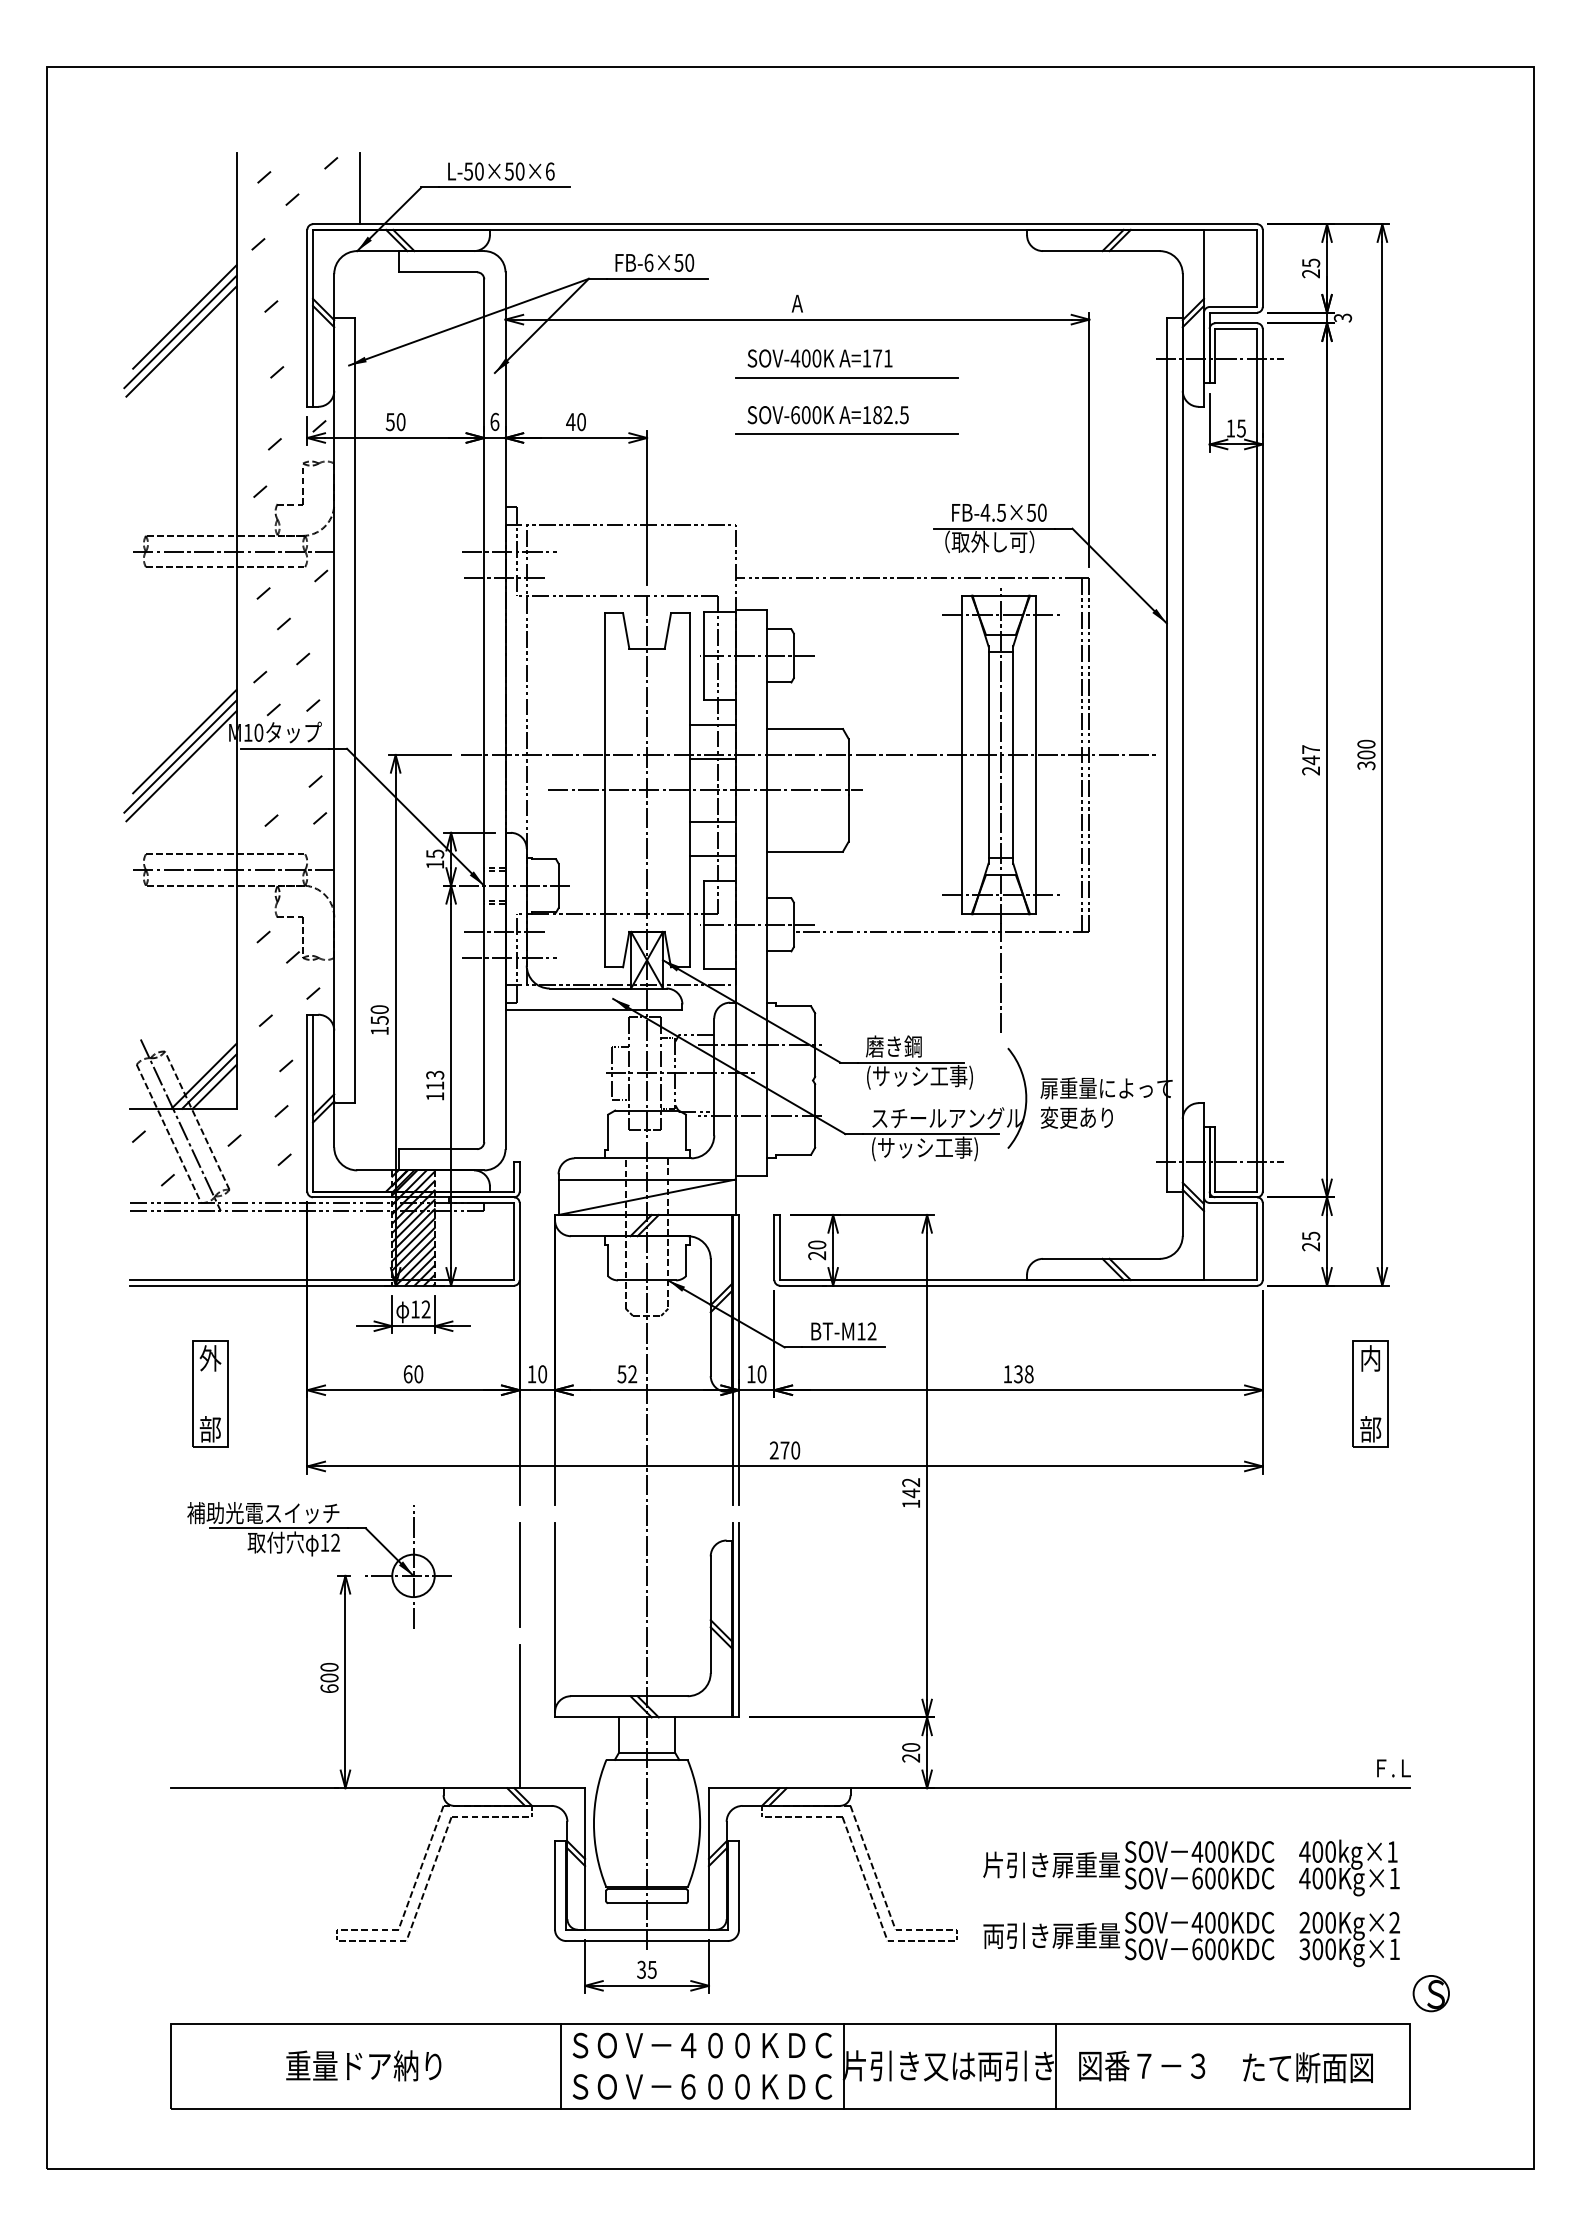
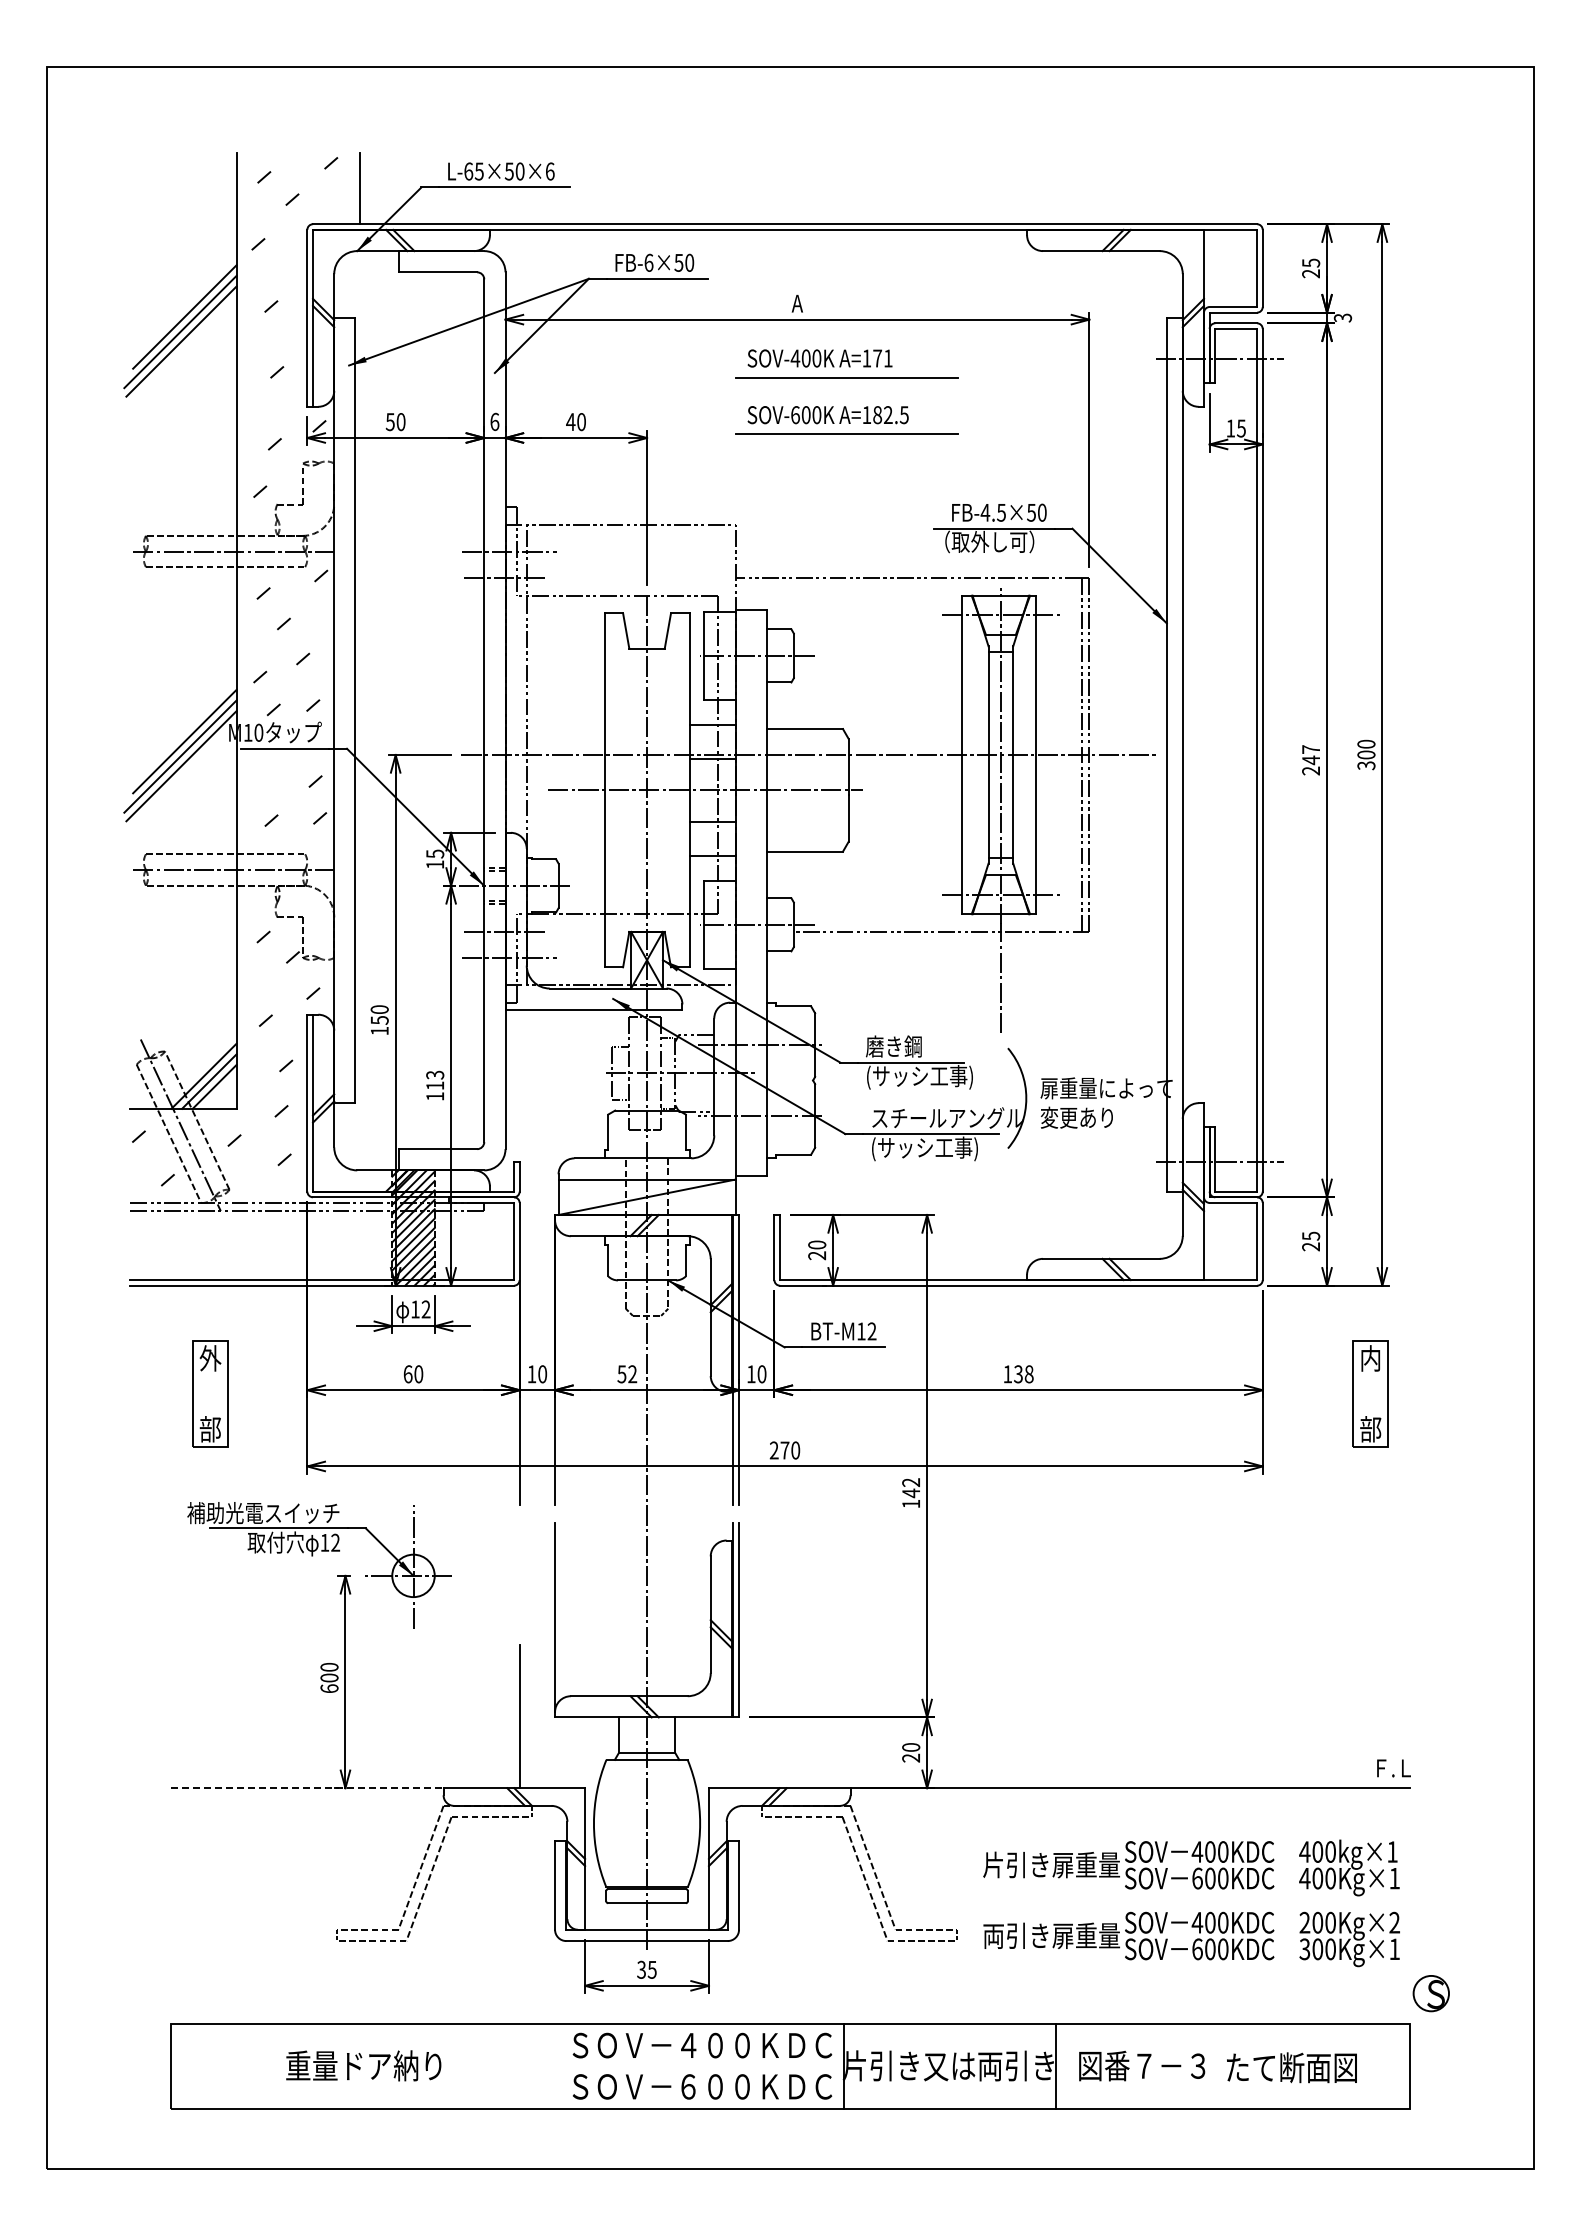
text at (473, 171): L-50×50×6 -> L-65×50×6
line at (519, 1574): present -> none
line at (307, 1788): solid -> dashed
line at (560, 2065): present -> none
text at (1307, 2067) position: (1307, 2067) -> (1291, 2067)
